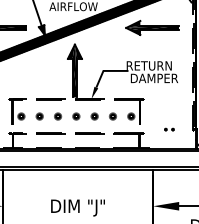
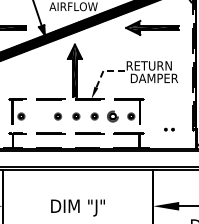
line at (106, 70): solid -> dashed
part at (39, 116): present -> none
part at (112, 116) size: 8x9 px -> 12x13 px
